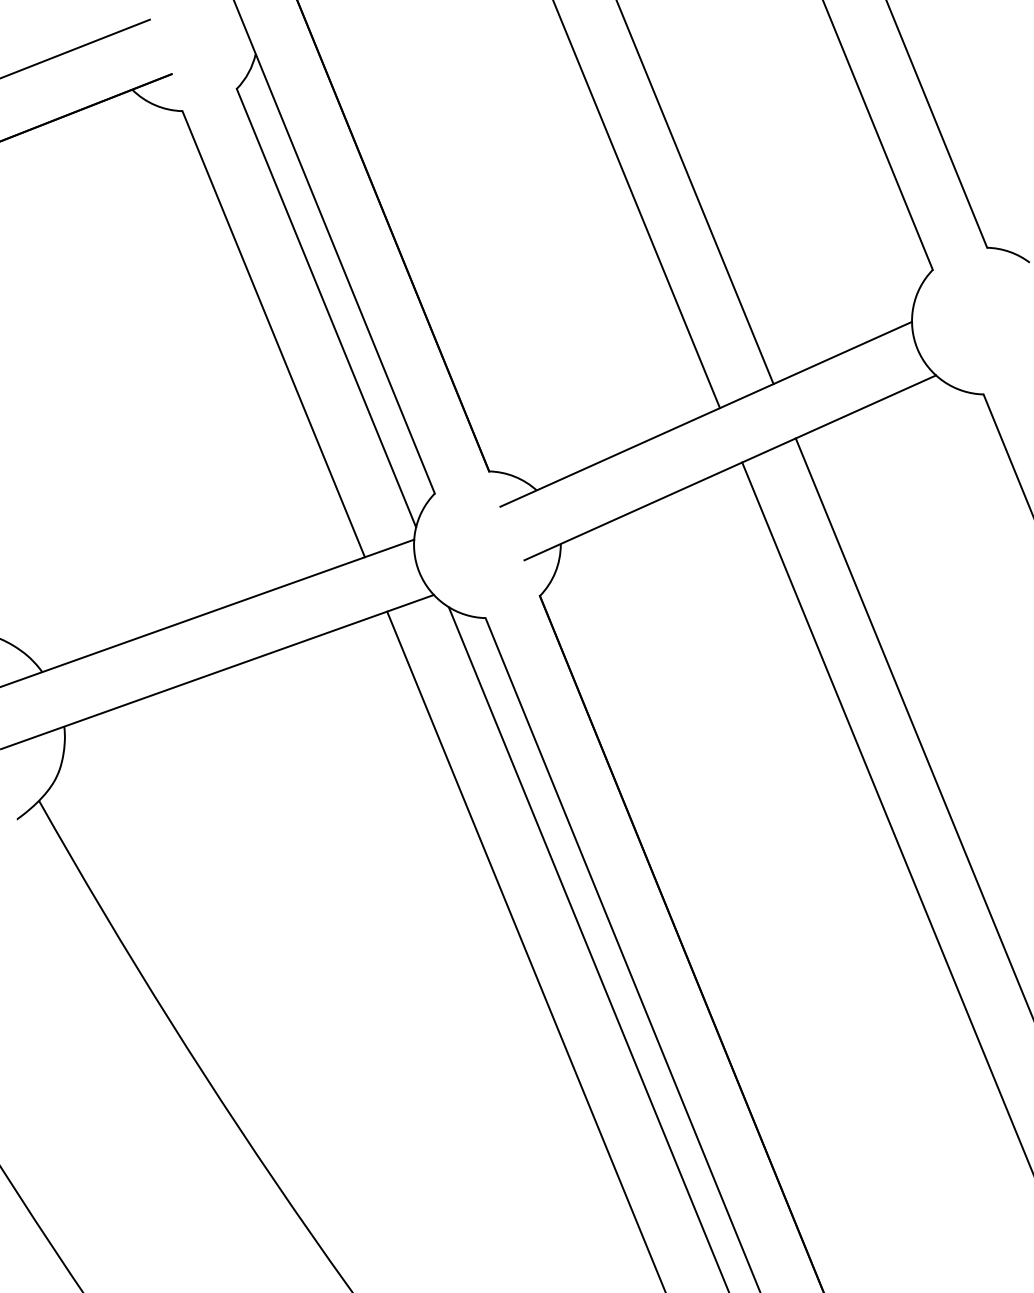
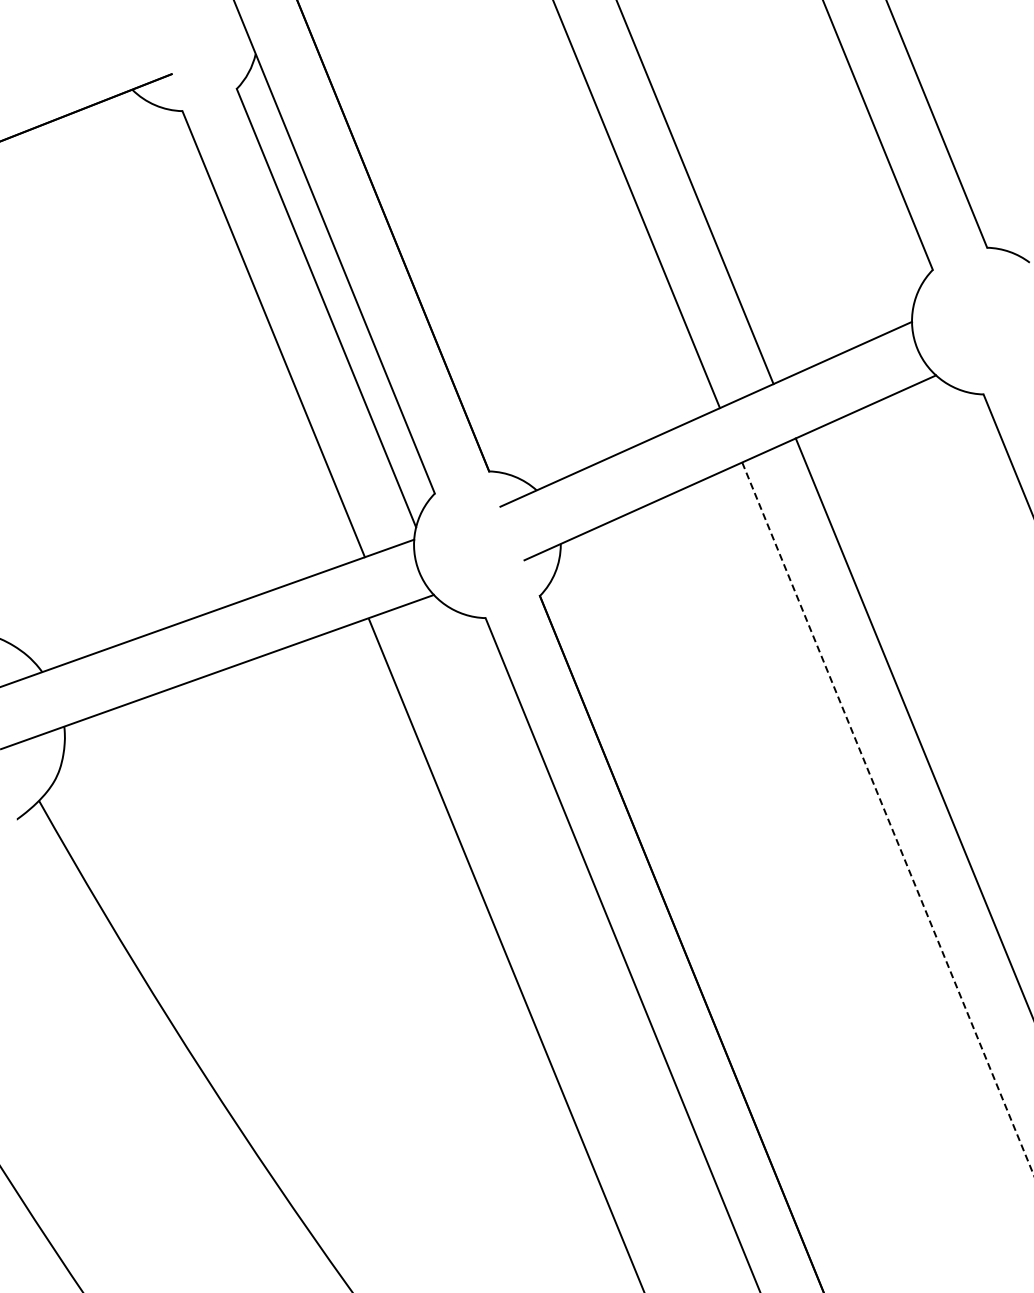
line at (75, 48): present -> none
line at (888, 819): solid -> dashed
line at (588, 948): present -> none
line at (525, 950) position: (525, 950) -> (506, 954)
